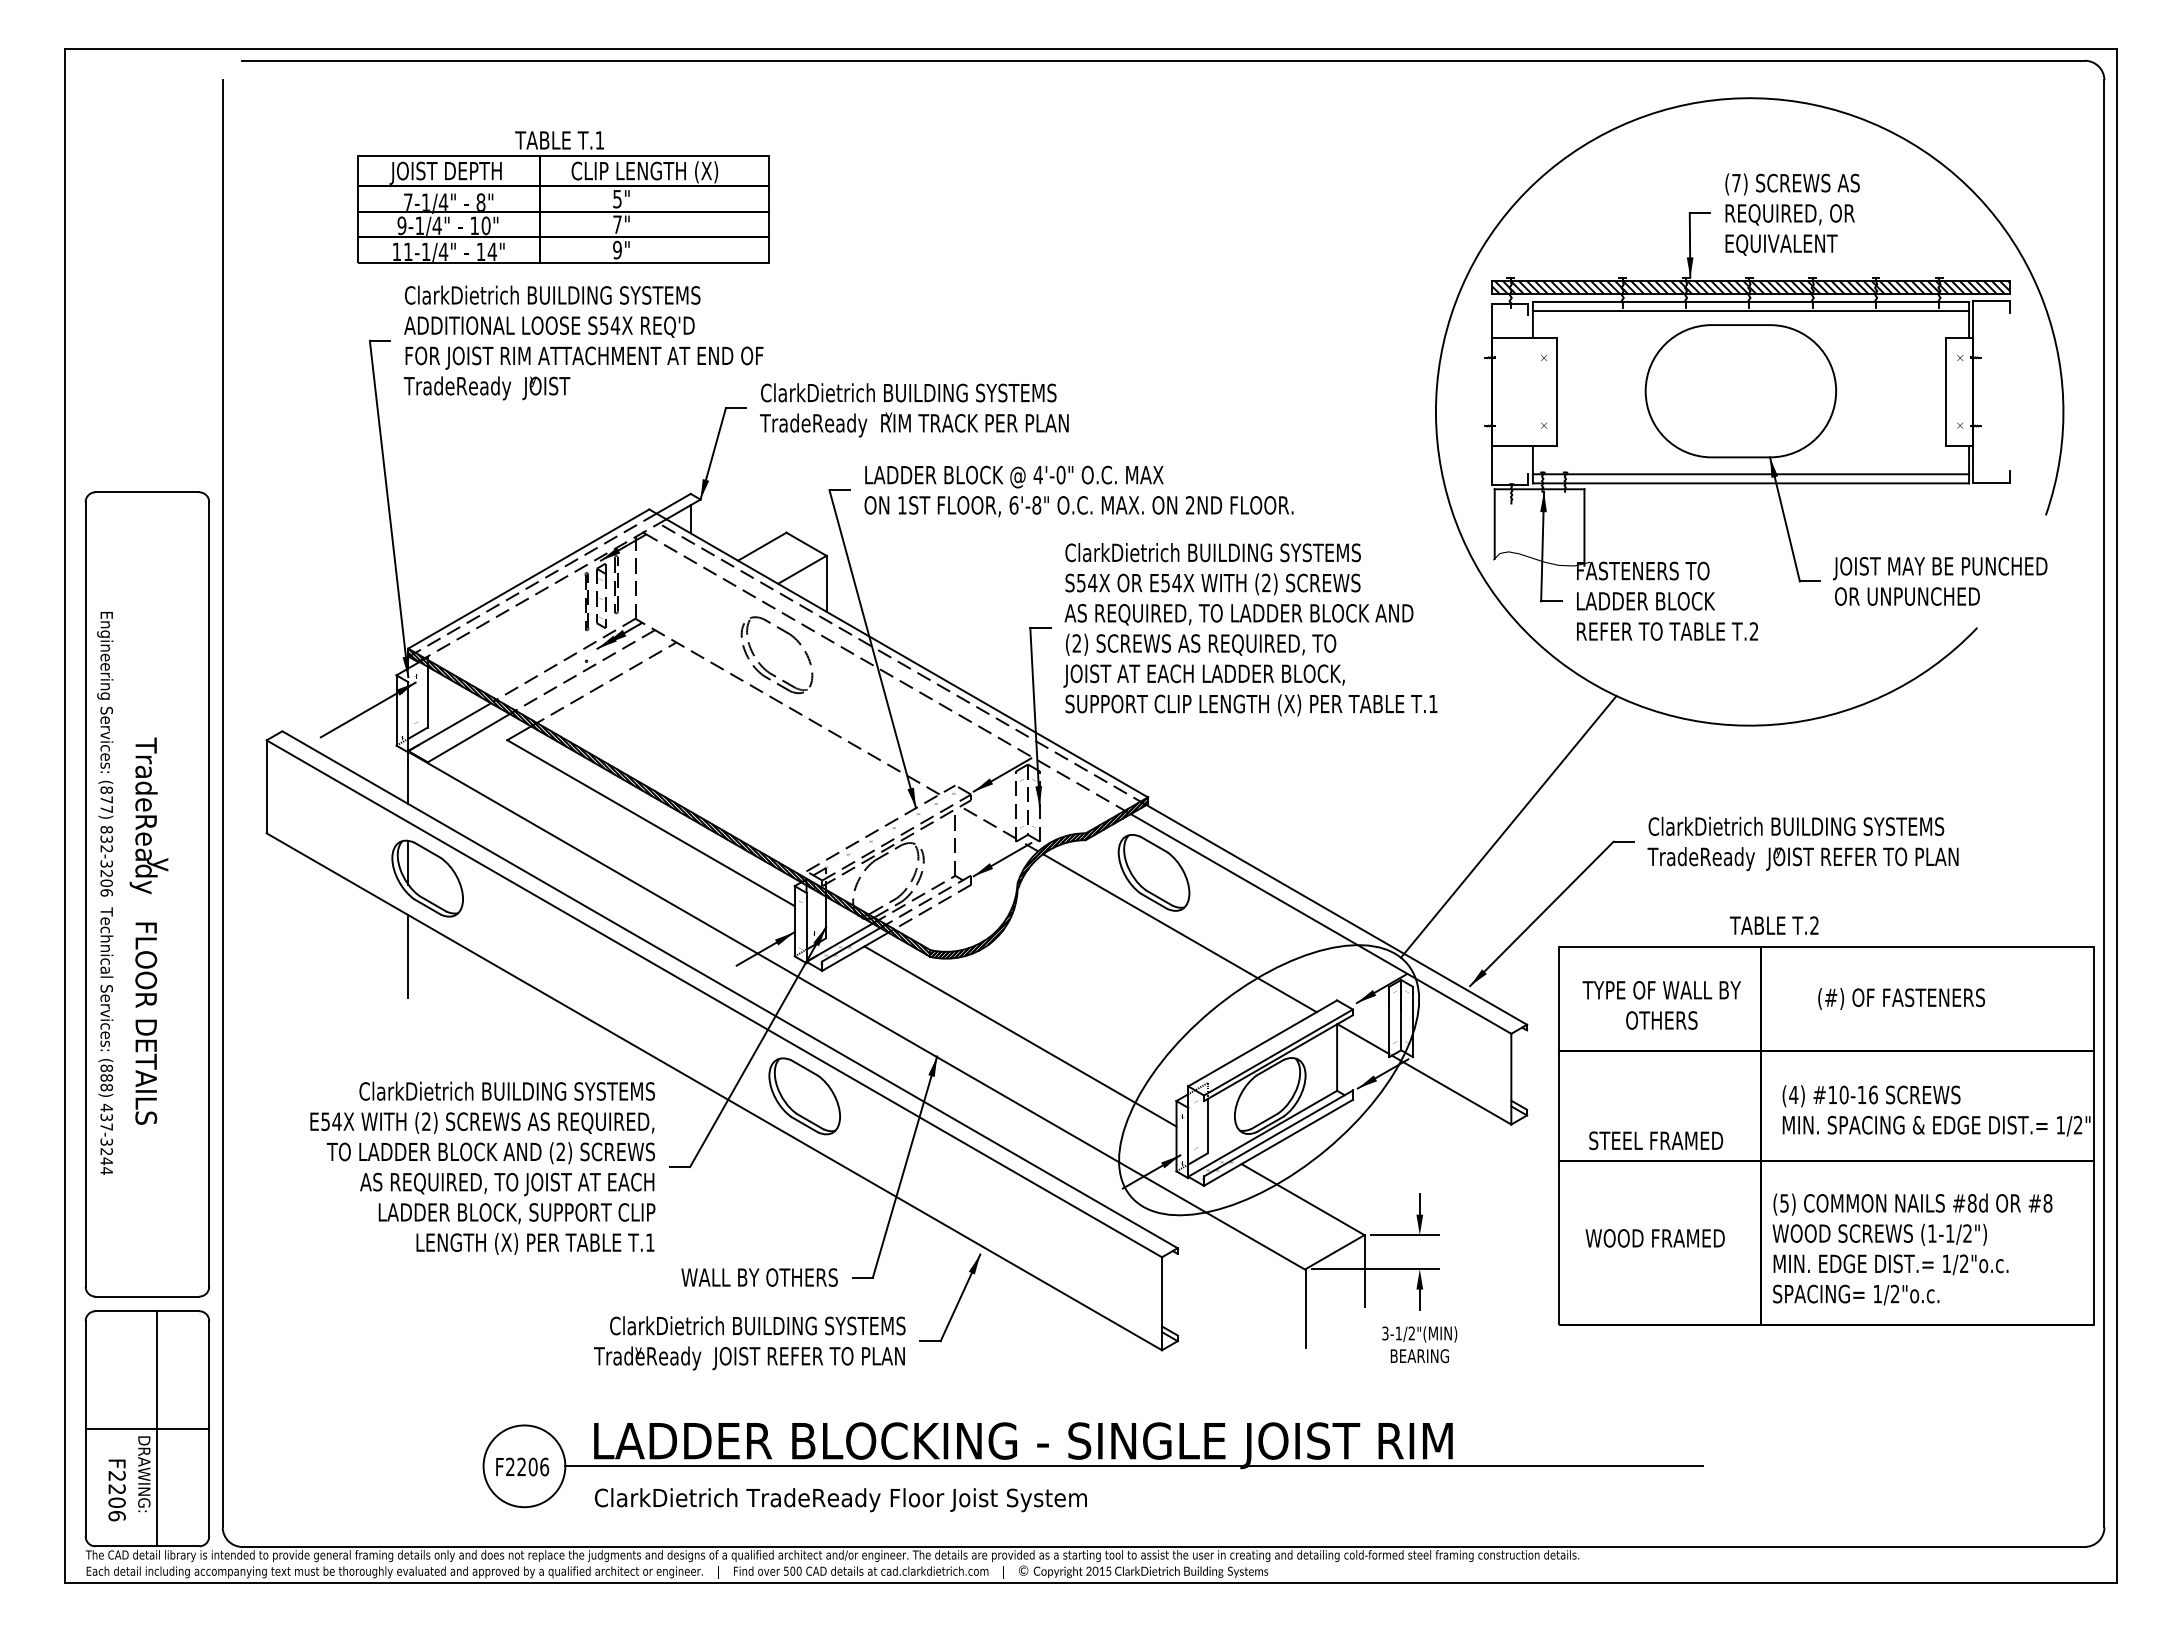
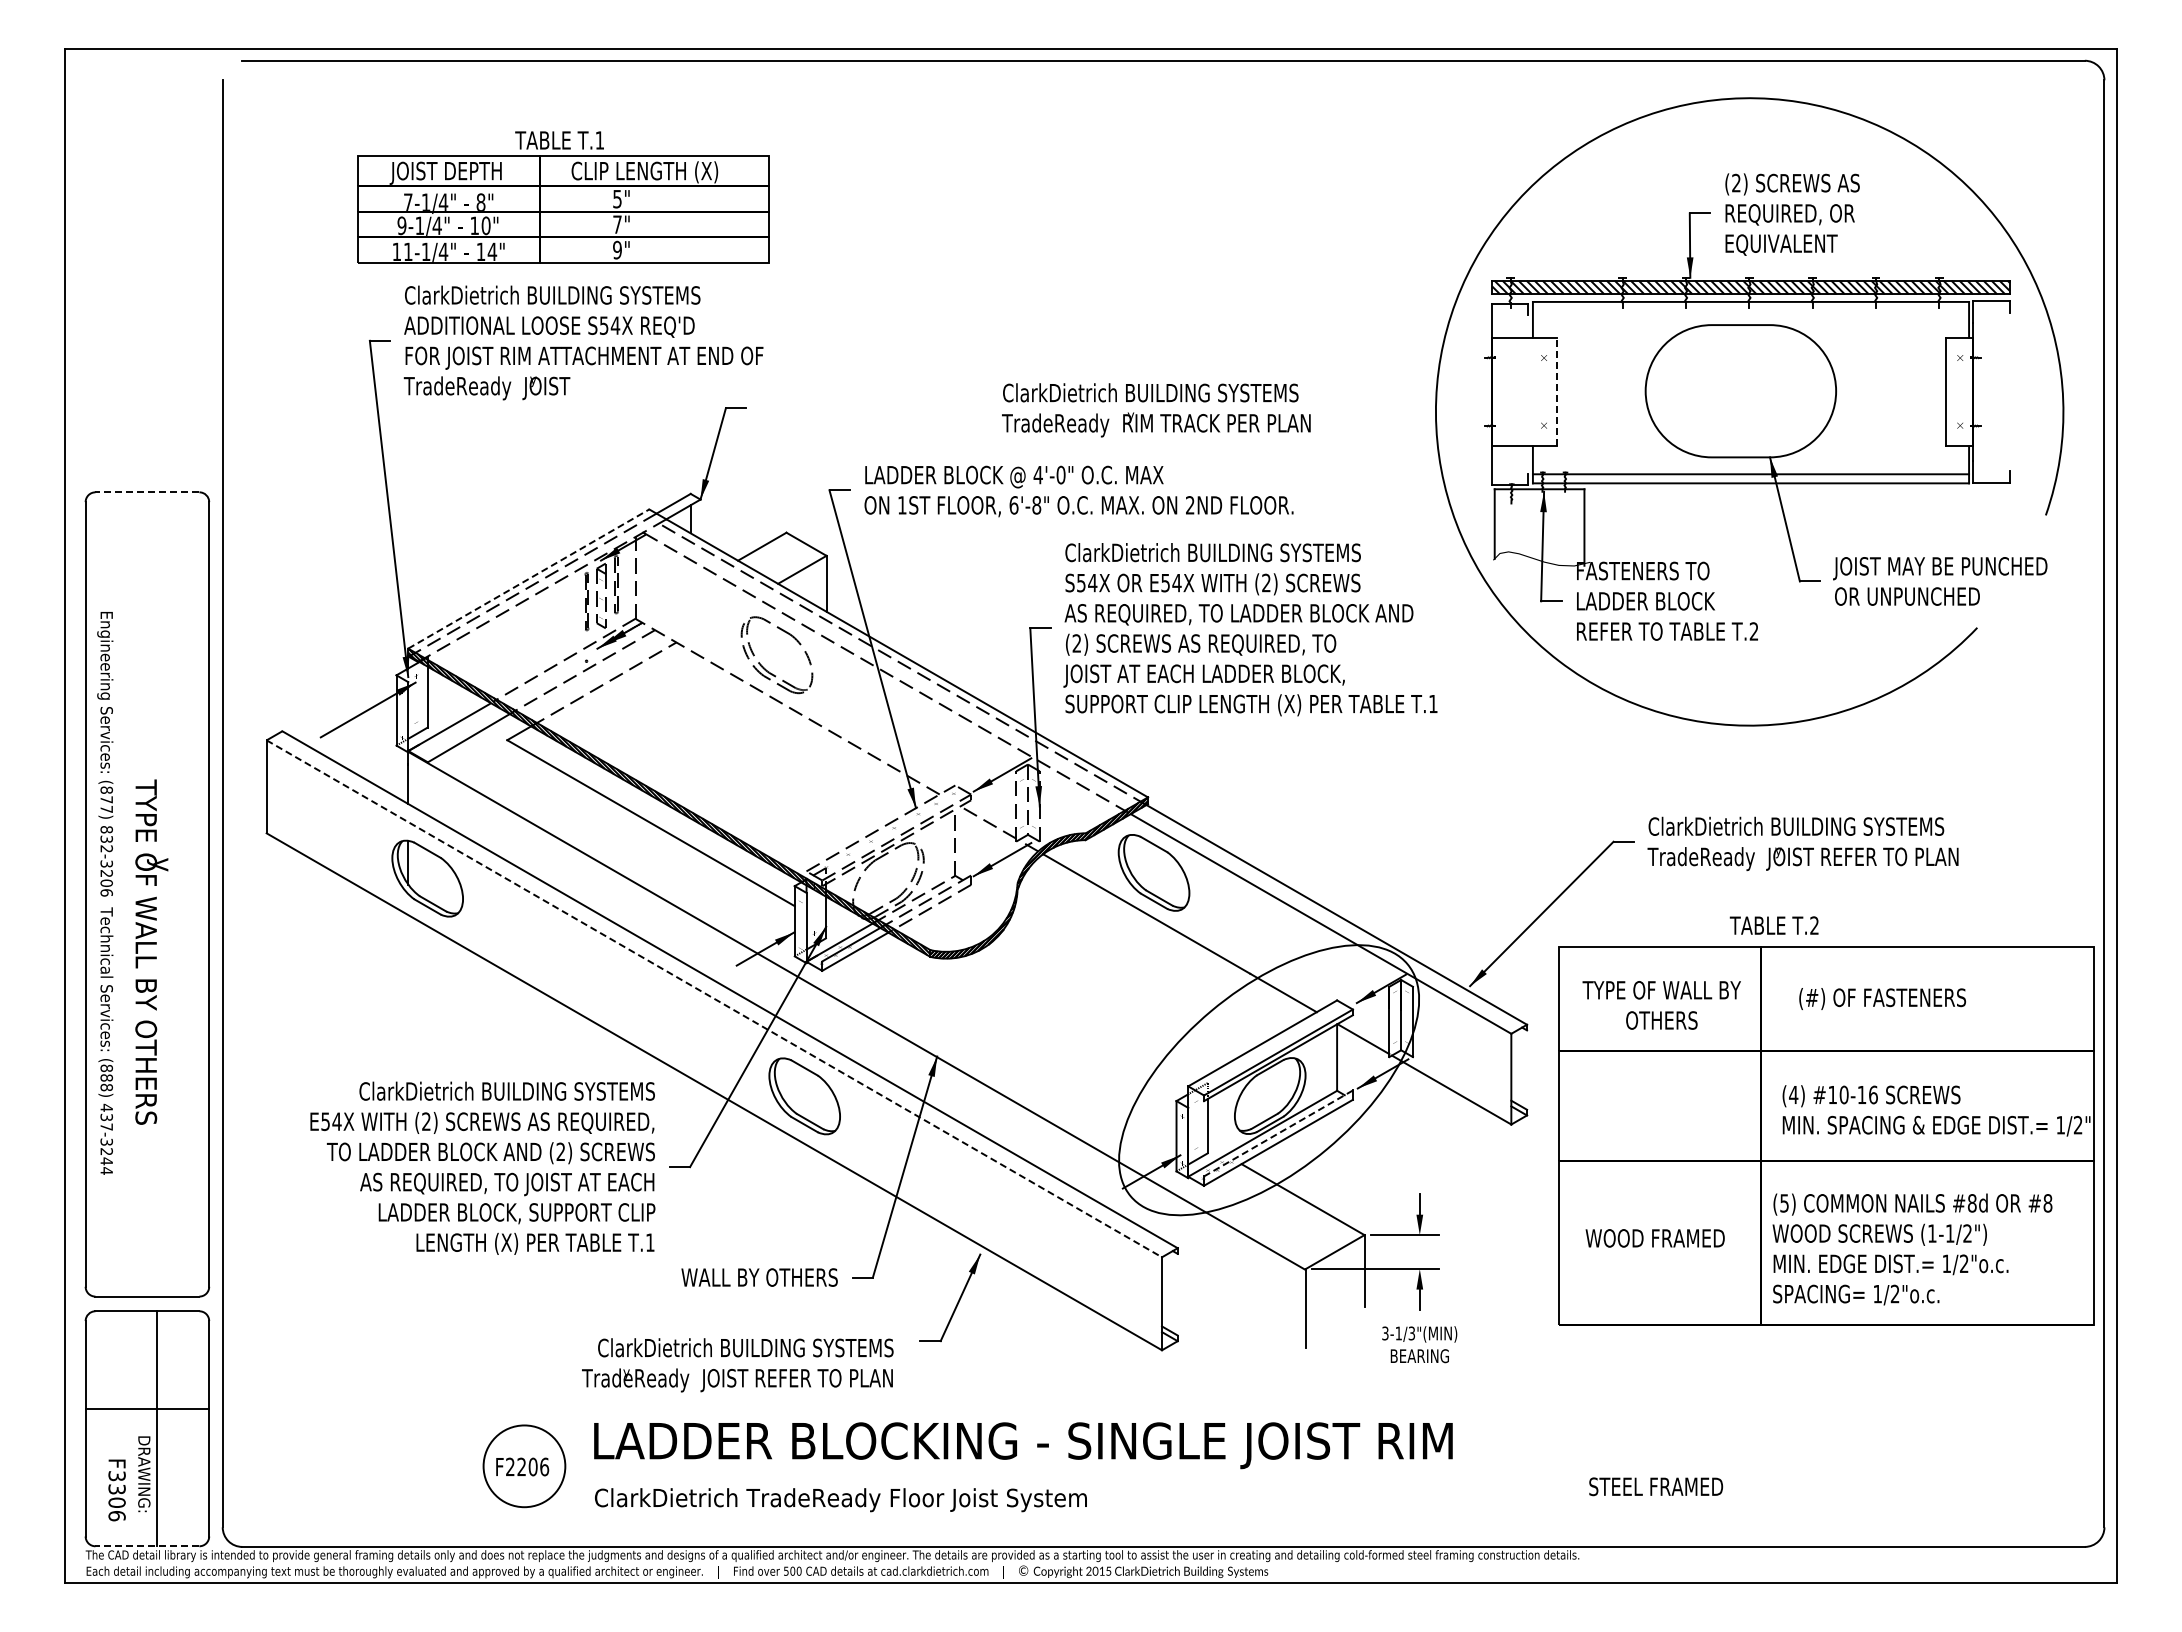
text at (1736, 182): (7) -> (2)
line at (1750, 311): present -> none
line at (1557, 391): solid -> dashed
text at (914, 410) position: (914, 410) -> (1156, 410)
line at (147, 492): solid -> dashed
line at (529, 578): solid -> dashed
line at (1508, 826): present -> none
text at (143, 923): TradeReady   FLOOR DETAILS -> TYPE OF WALL BY OTHERS
line at (408, 956): present -> none
line at (714, 998): solid -> dashed
text at (1901, 998) position: (1901, 998) -> (1882, 998)
line at (1020, 1036): present -> none
line at (1278, 1133): solid -> dashed
text at (1656, 1140) position: (1656, 1140) -> (1656, 1486)
text at (1411, 1333): 3-1/2"(MIN) -> 3-1/3"(MIN)
text at (749, 1343) position: (749, 1343) -> (737, 1365)
line at (147, 1428) position: (147, 1428) -> (147, 1408)
line at (1133, 1466): present -> none
text at (116, 1482): F2206 -> F3306
line at (147, 1546): solid -> dashed
